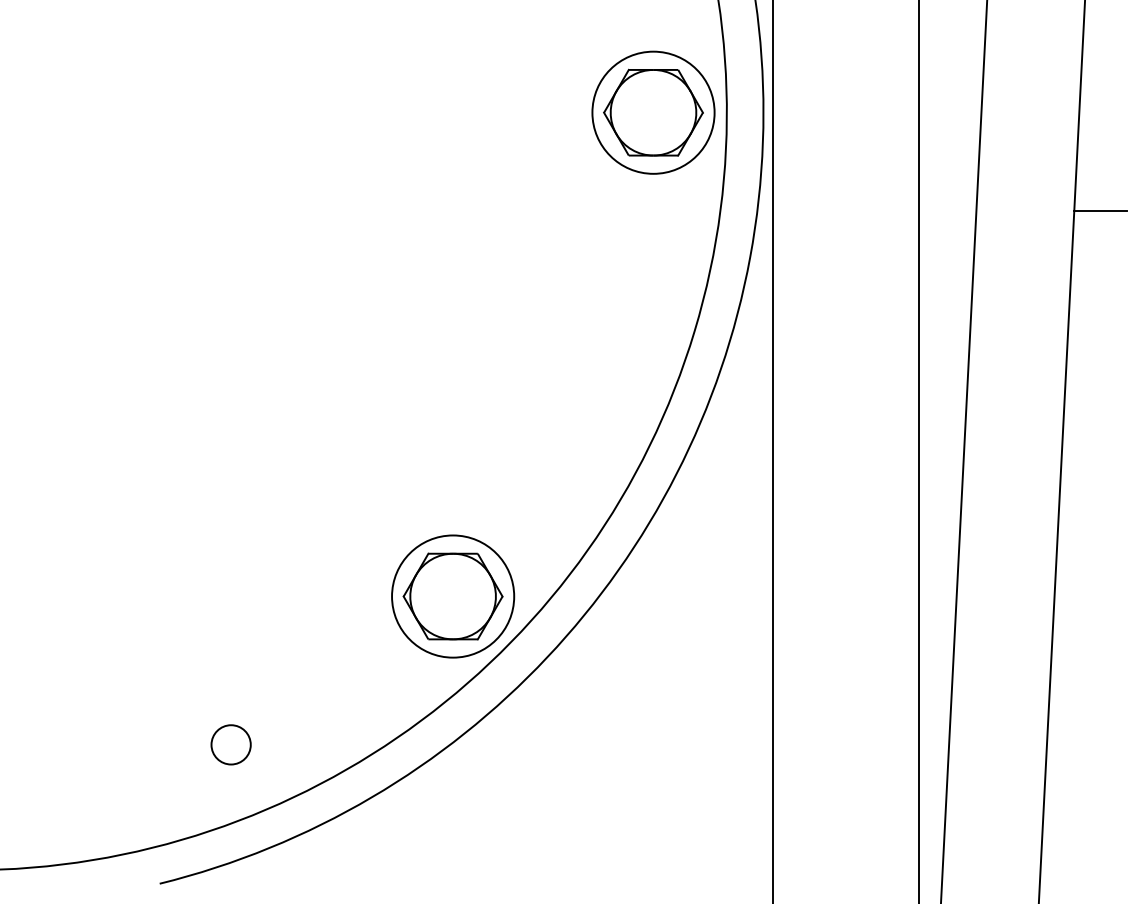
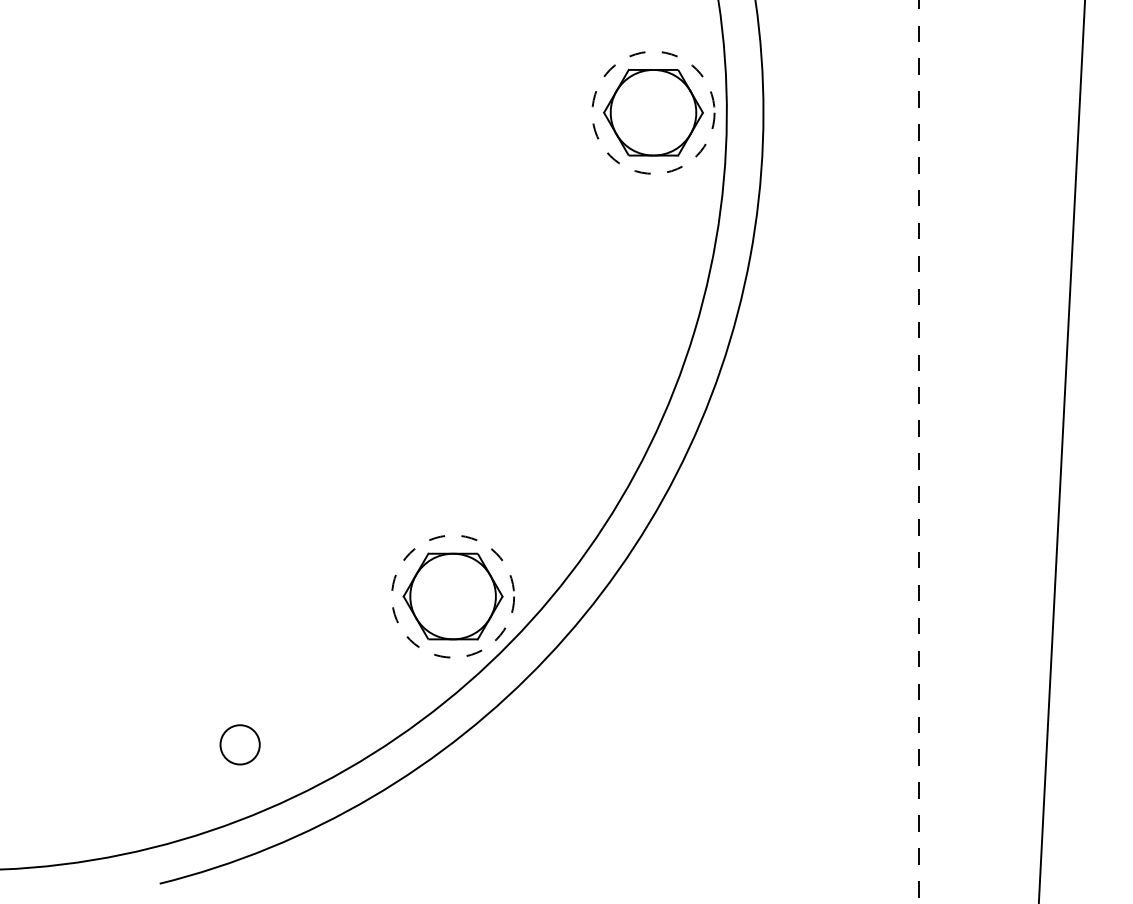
circle at (653, 112): solid -> dashed
line at (1100, 210): present -> none
line at (772, 451): present -> none
line at (919, 451): solid -> dashed
line at (964, 451): present -> none
circle at (453, 596): solid -> dashed
circle at (230, 744) position: (230, 744) -> (239, 744)
